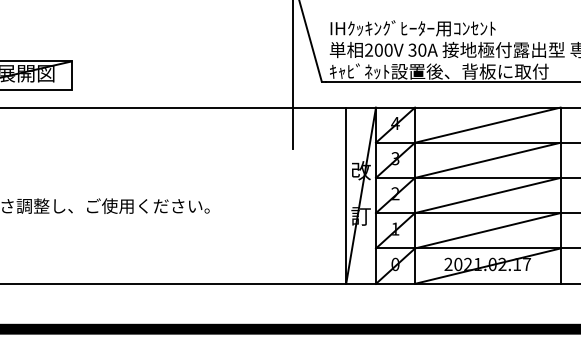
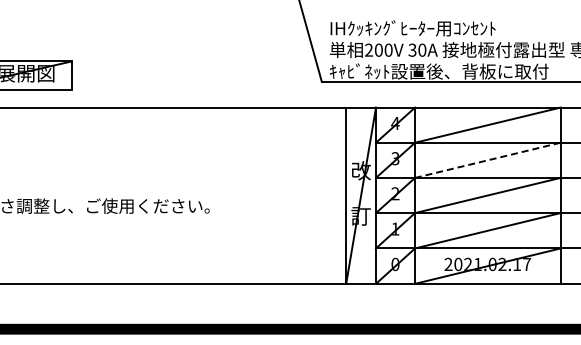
line at (293, 75): present -> none
line at (487, 160): solid -> dashed
